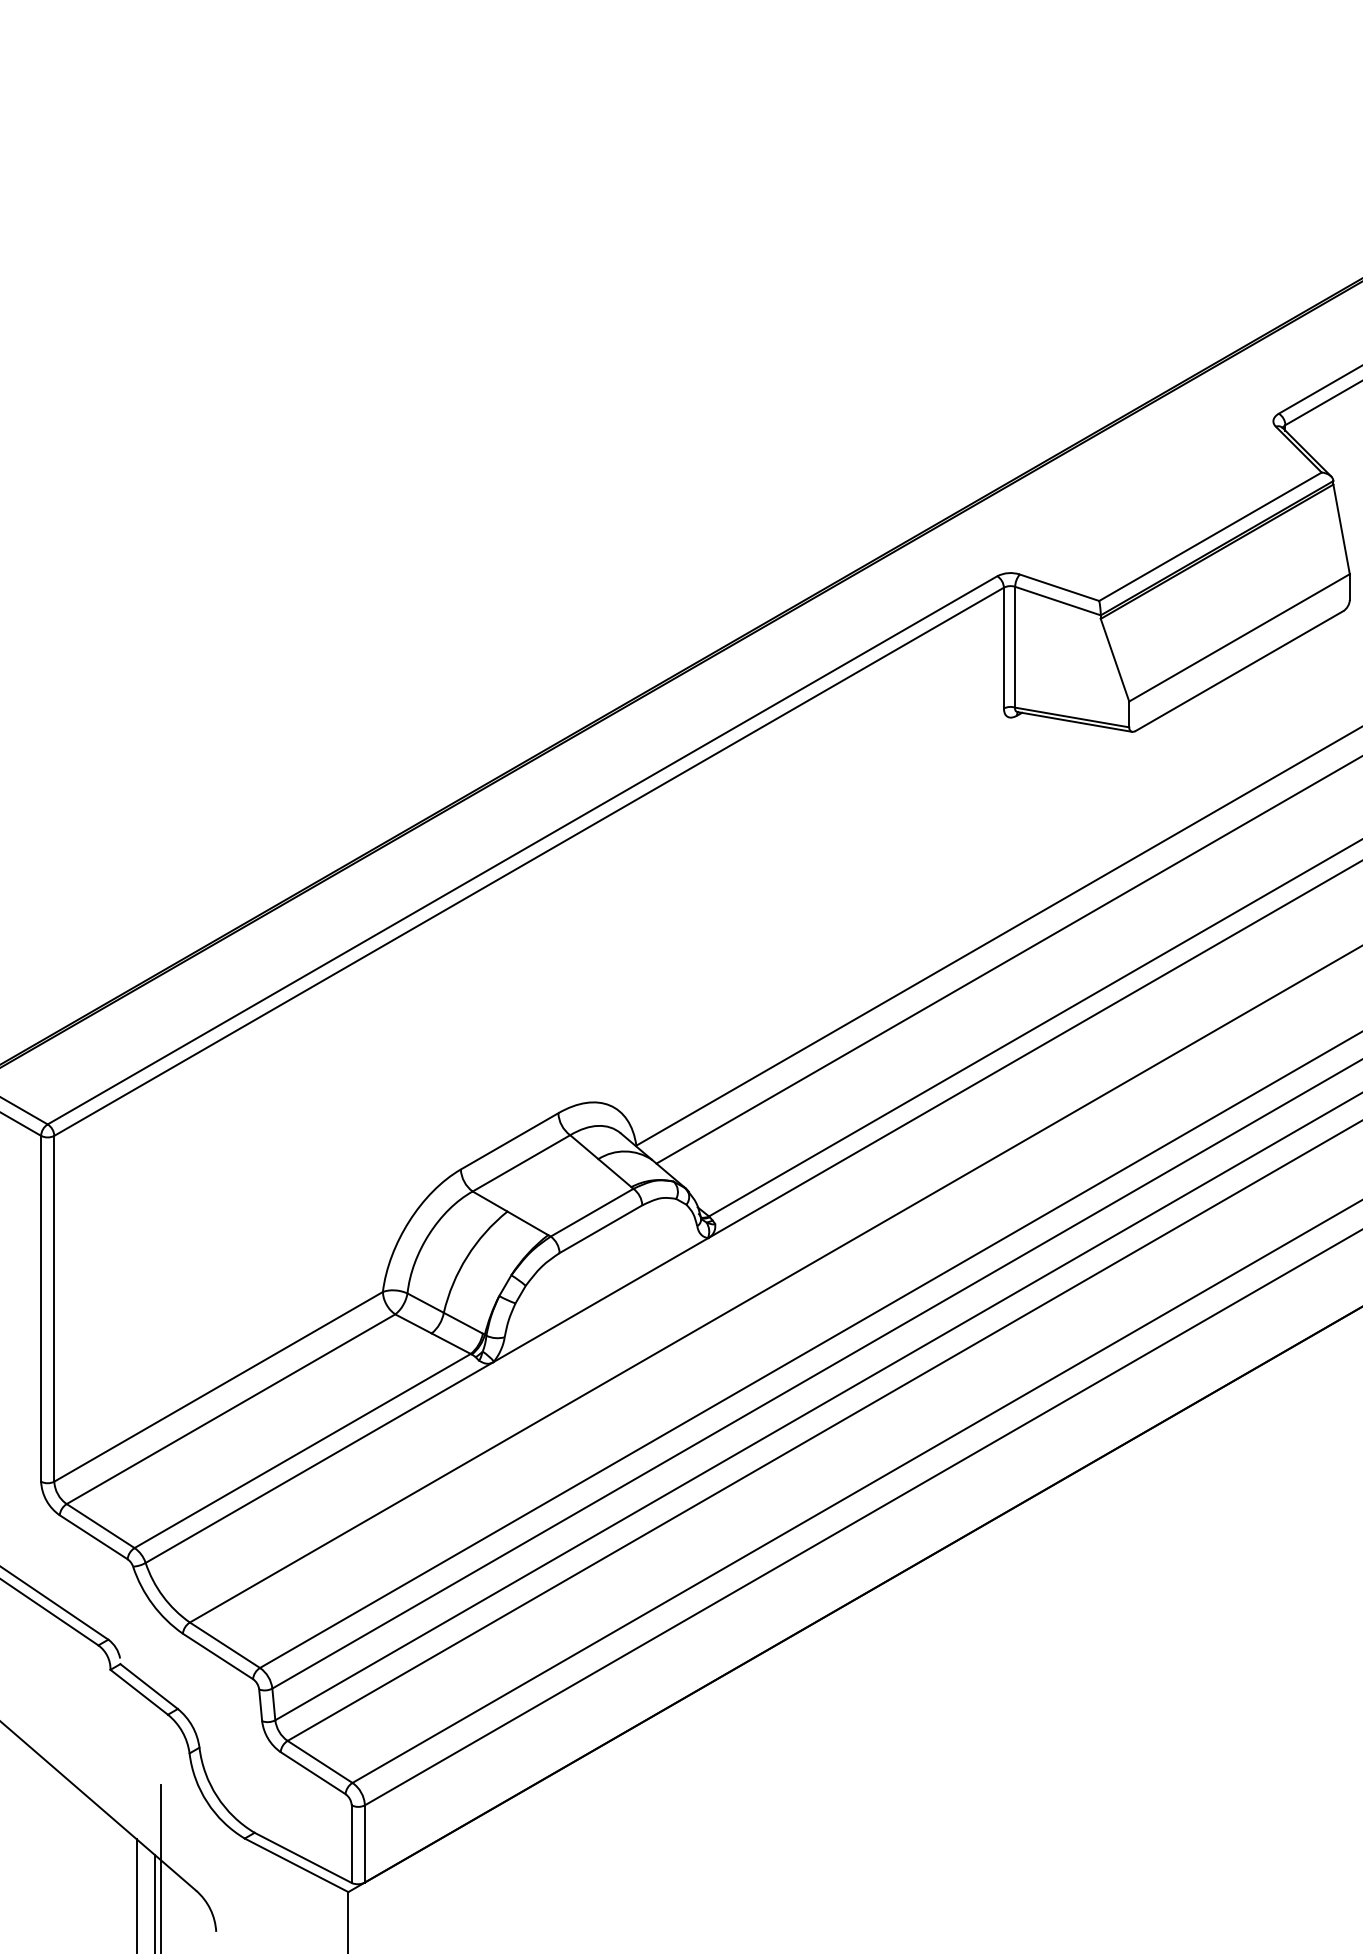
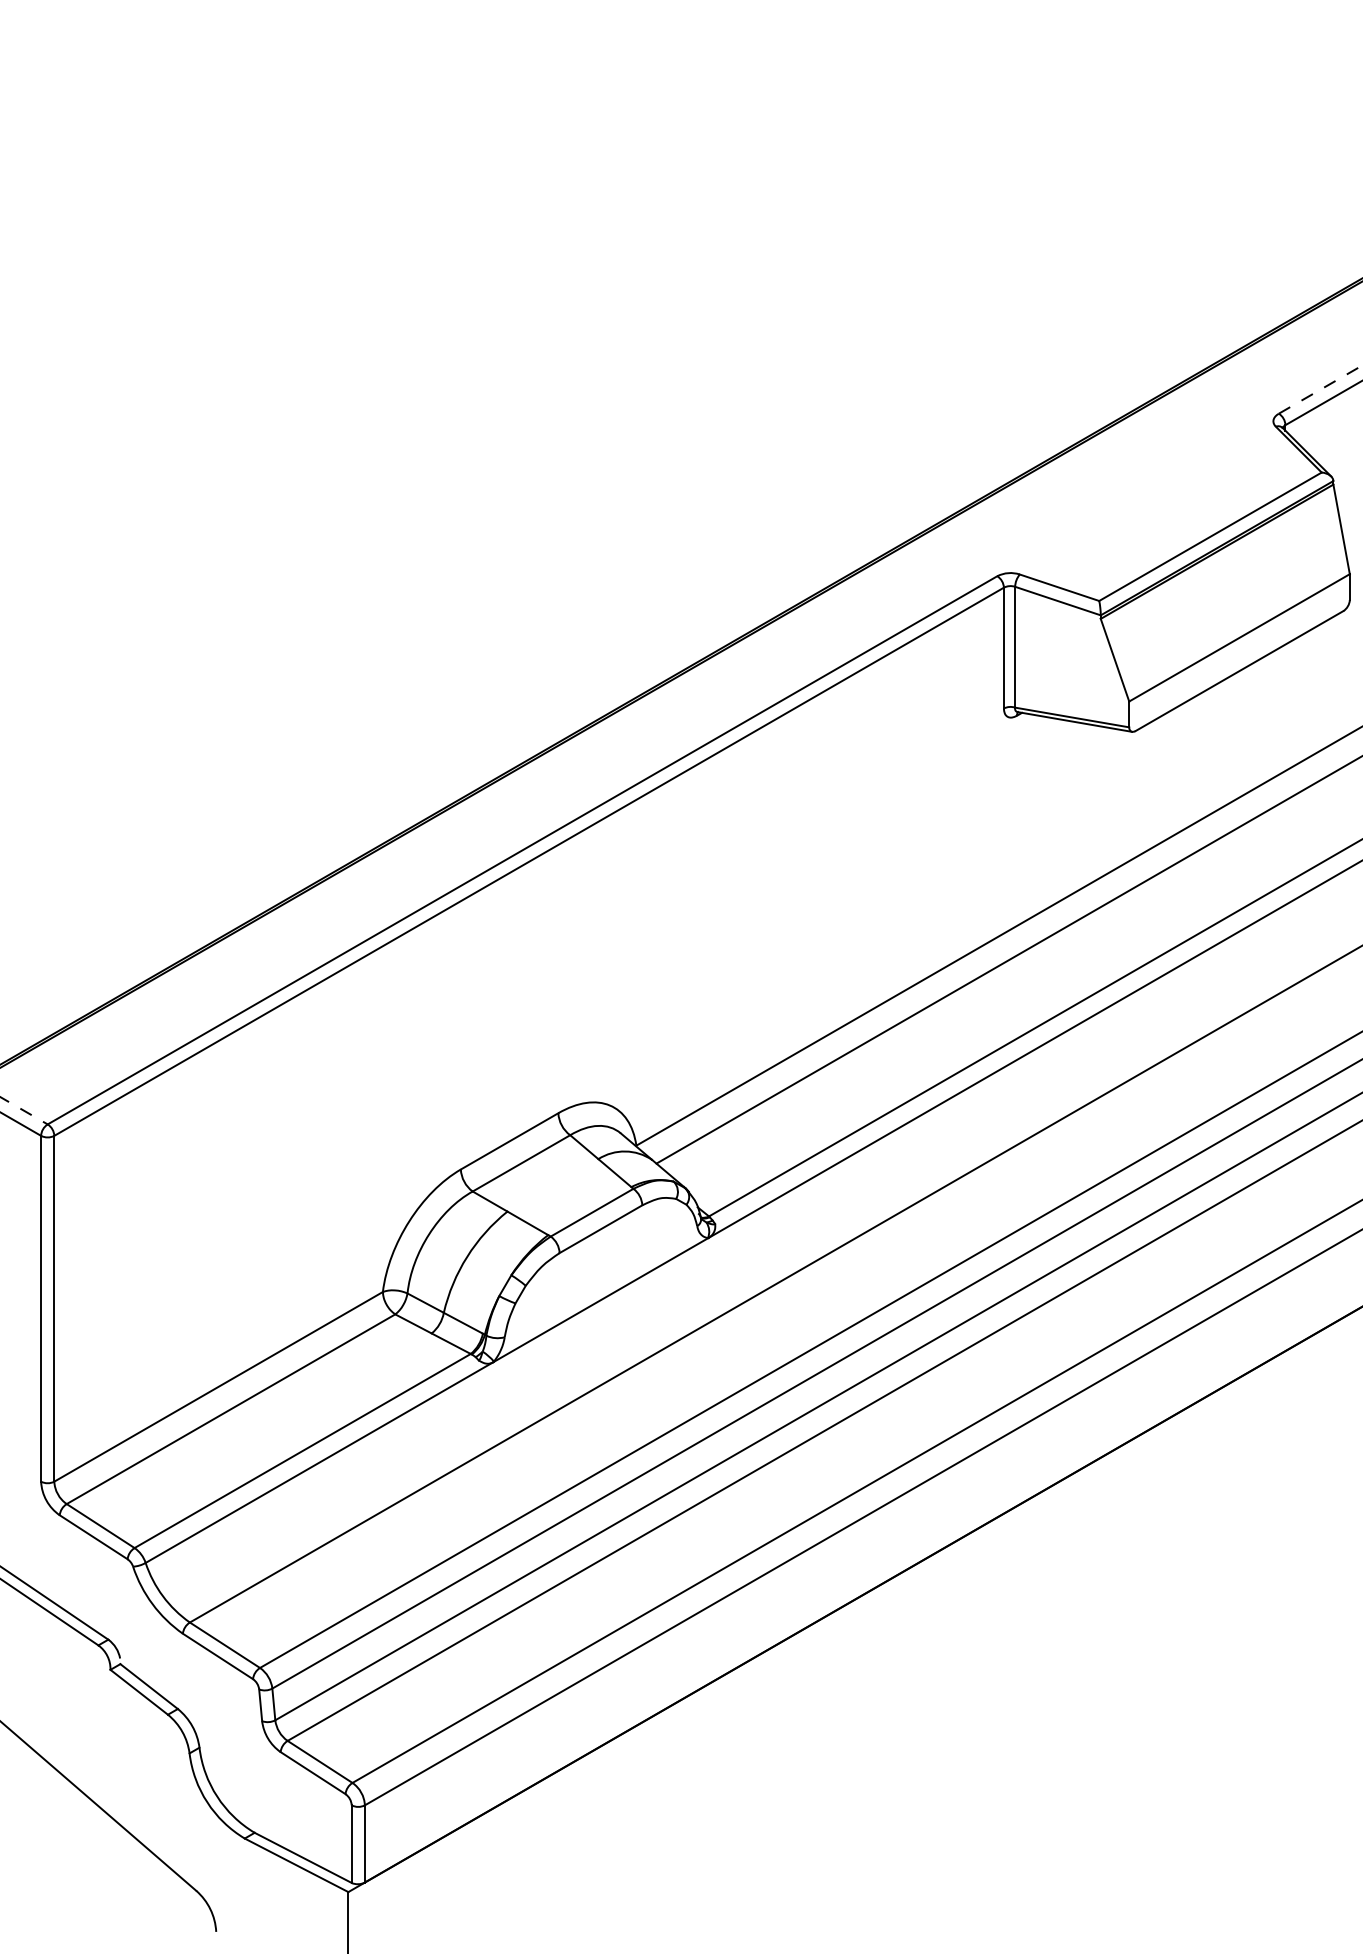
line at (1321, 389): solid -> dashed
line at (24, 1110): solid -> dashed
line at (160, 1867): present -> none
line at (136, 1894): present -> none
line at (154, 1902): present -> none
